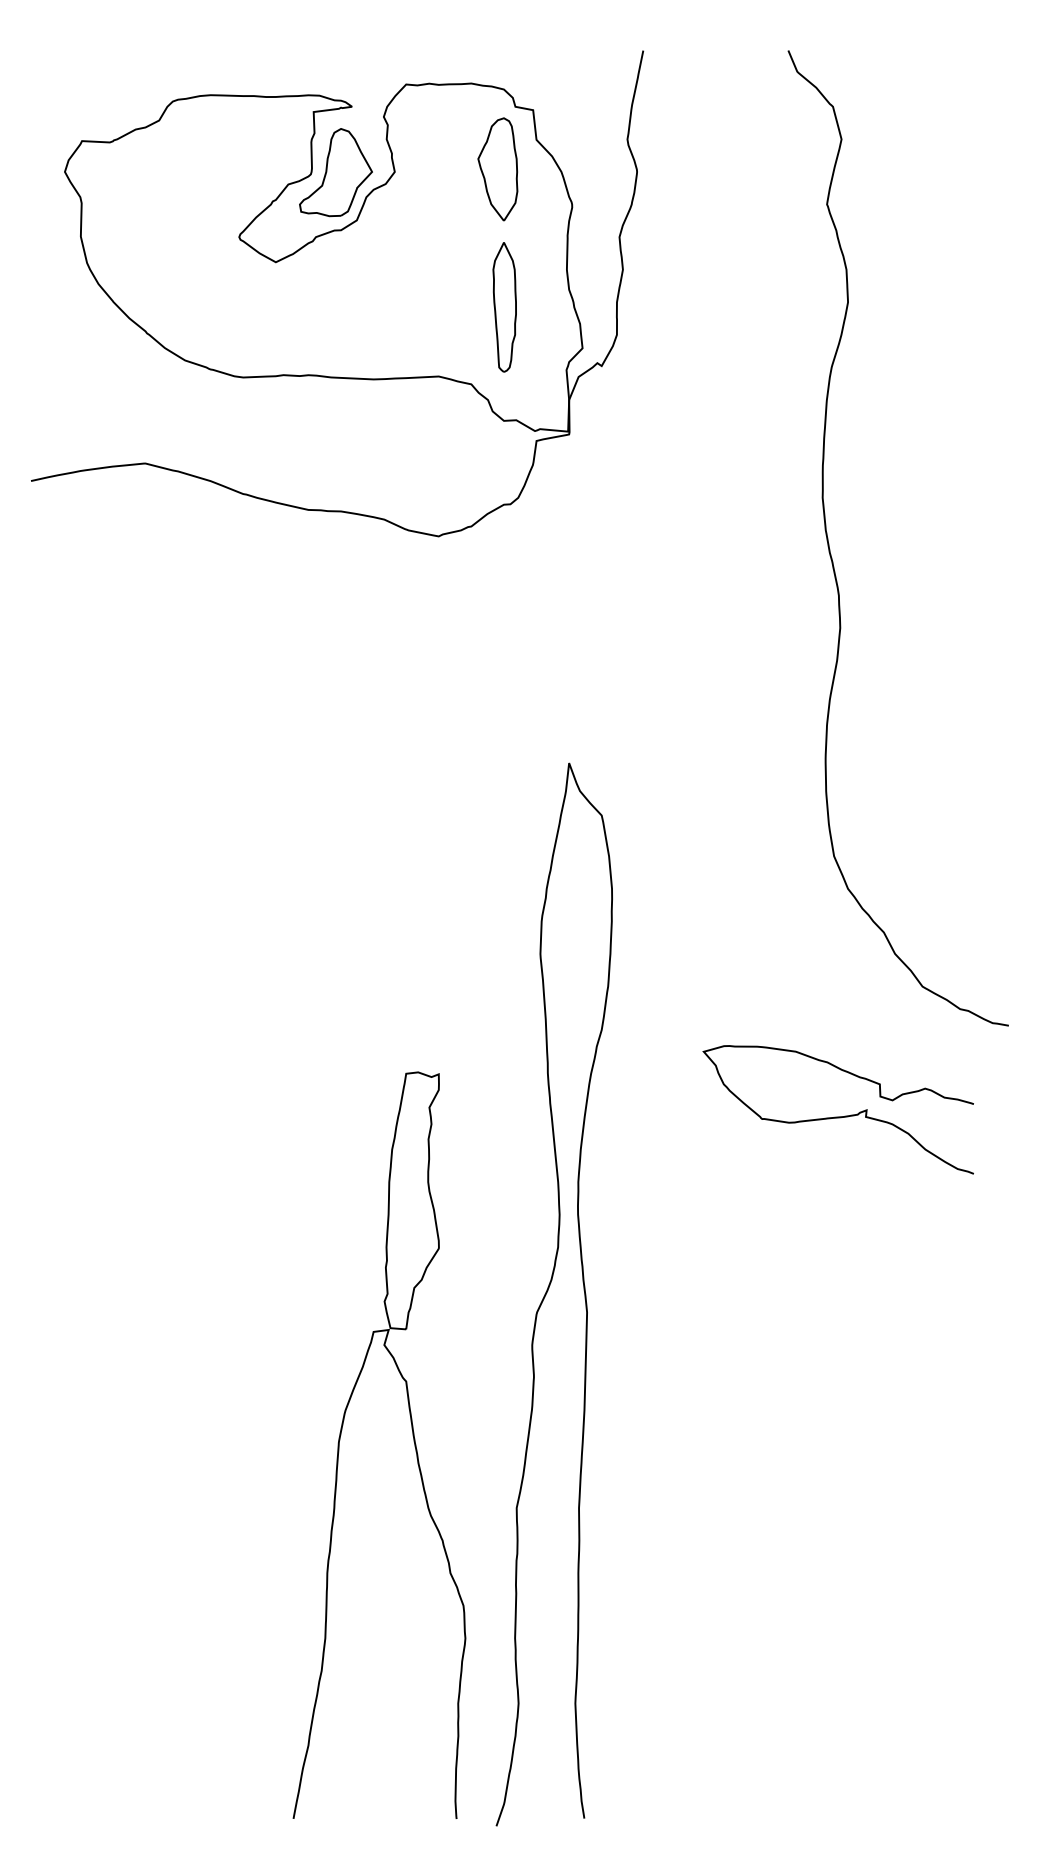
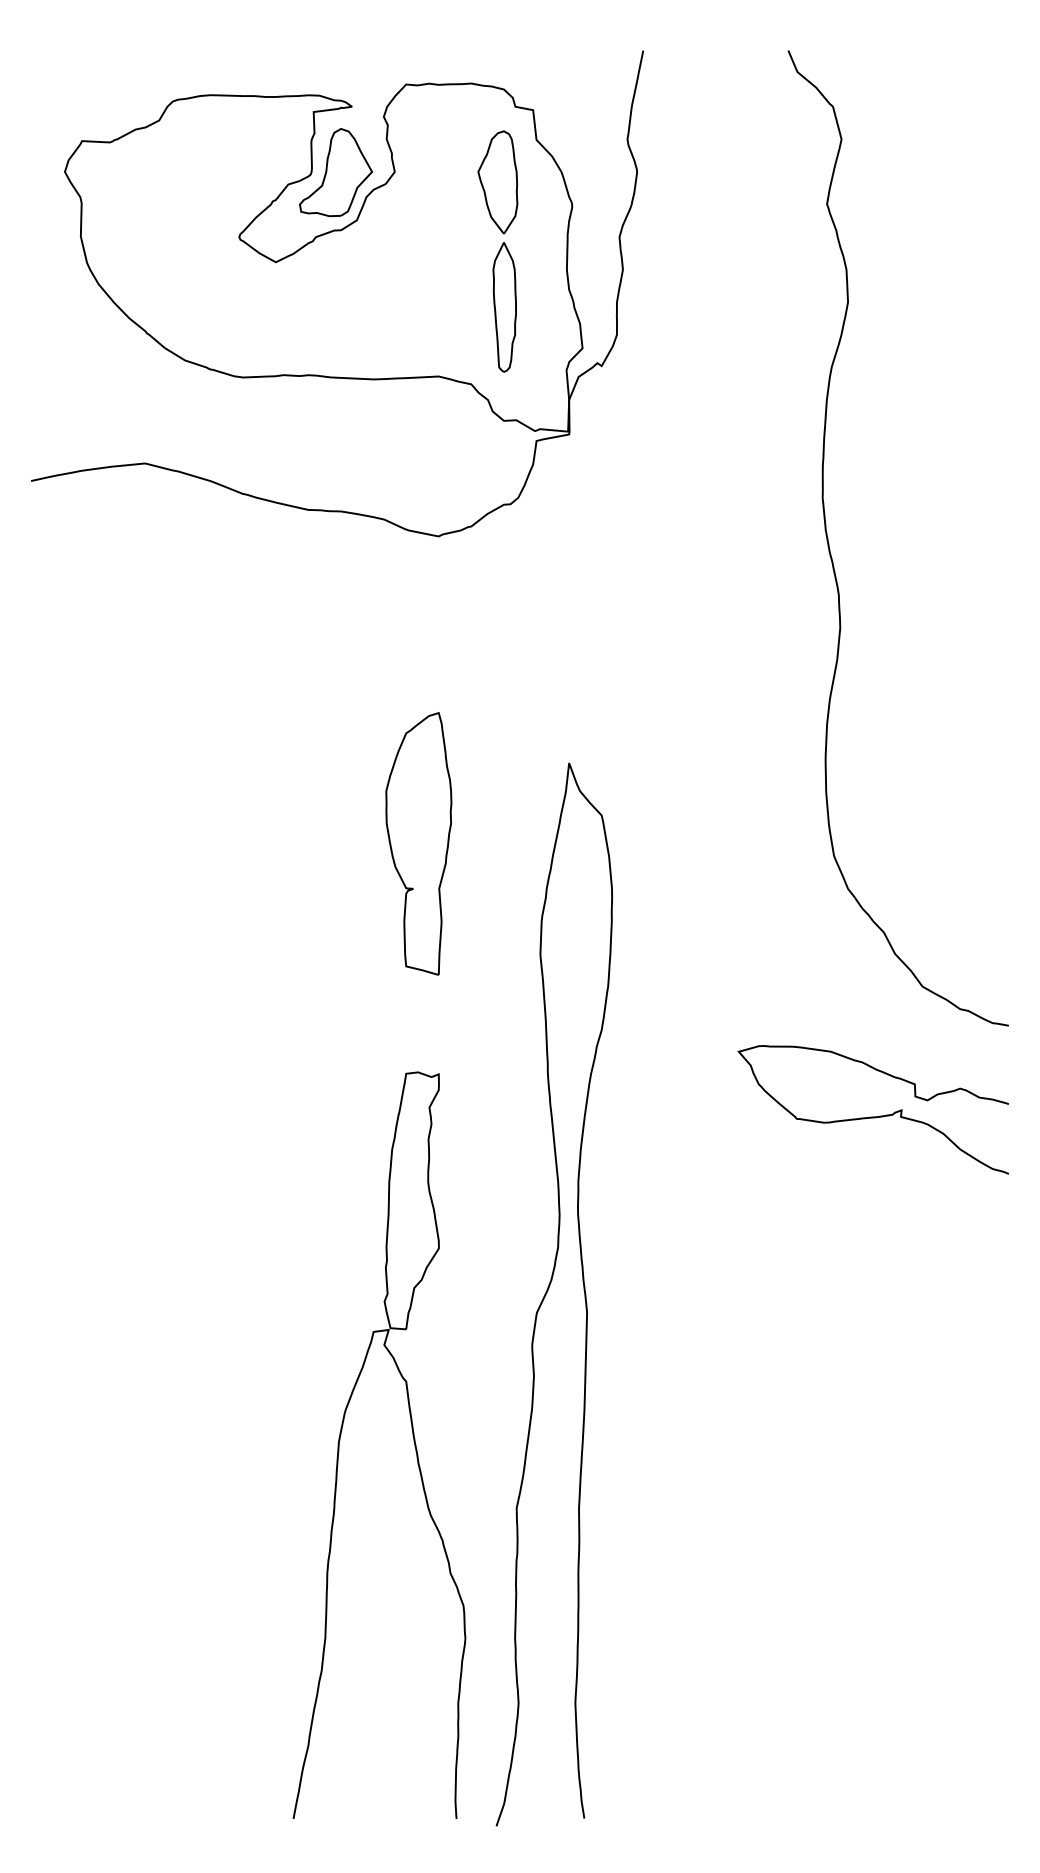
part at (497, 169) position: (497, 169) -> (497, 182)
part at (418, 843): none -> present
curve at (837, 1116) position: (837, 1116) -> (872, 1116)
